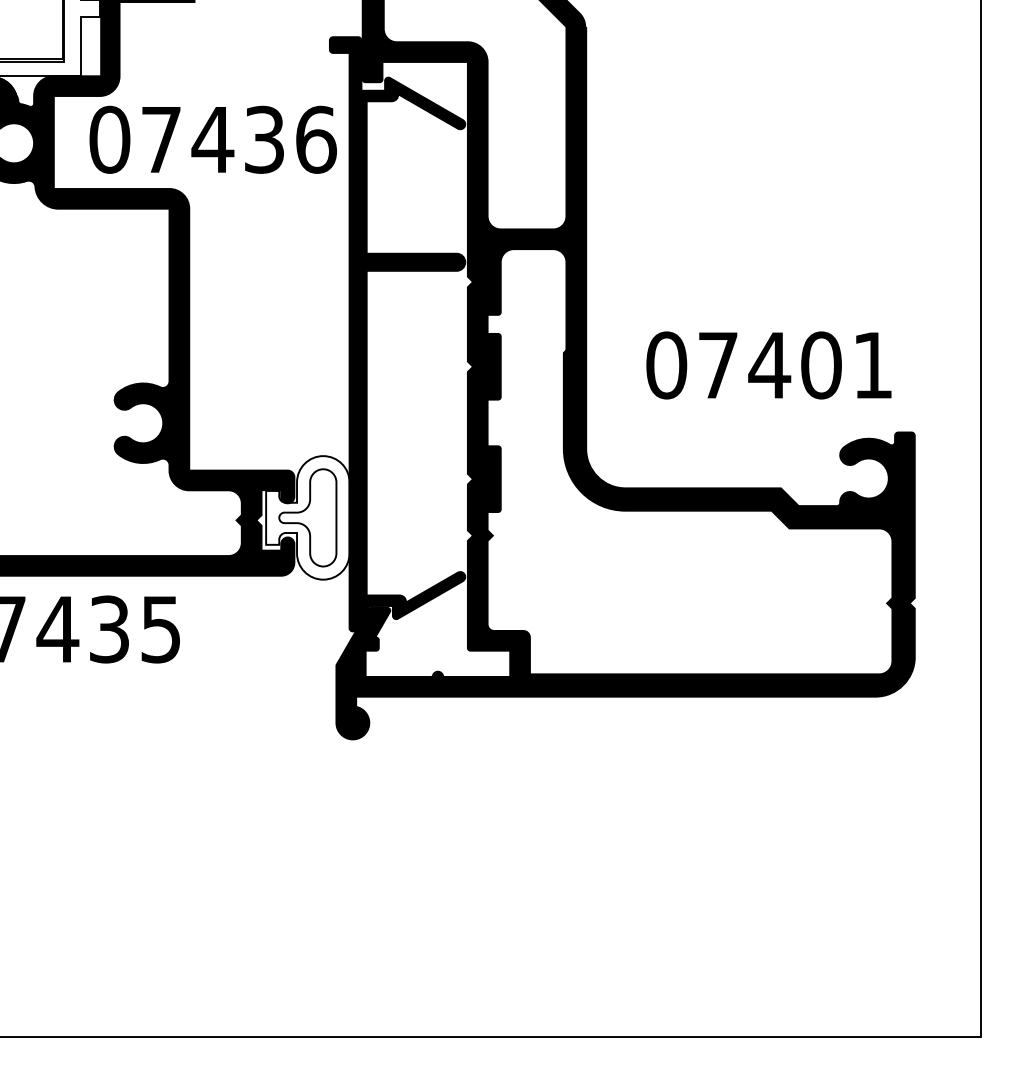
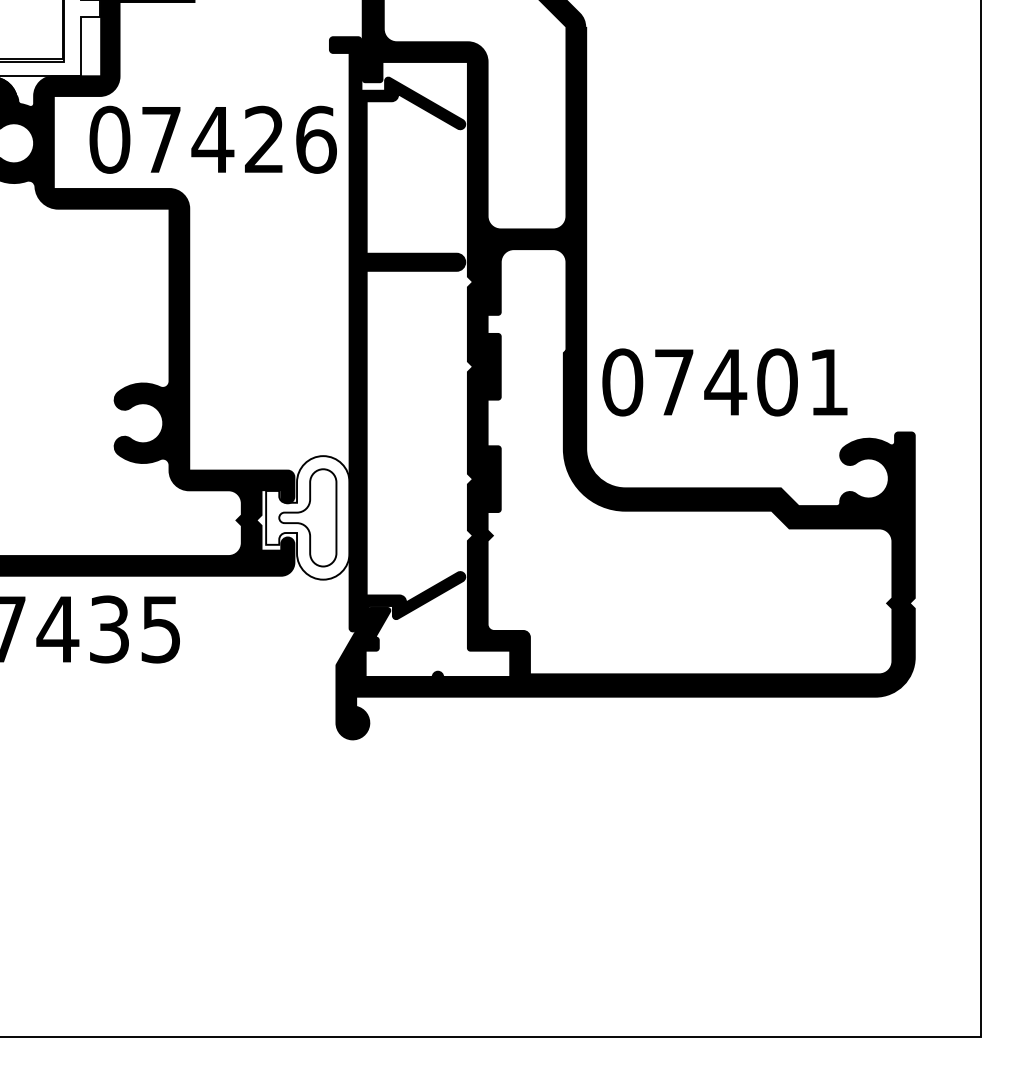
text at (264, 139): 07436 -> 07426
text at (768, 365) position: (768, 365) -> (724, 382)
